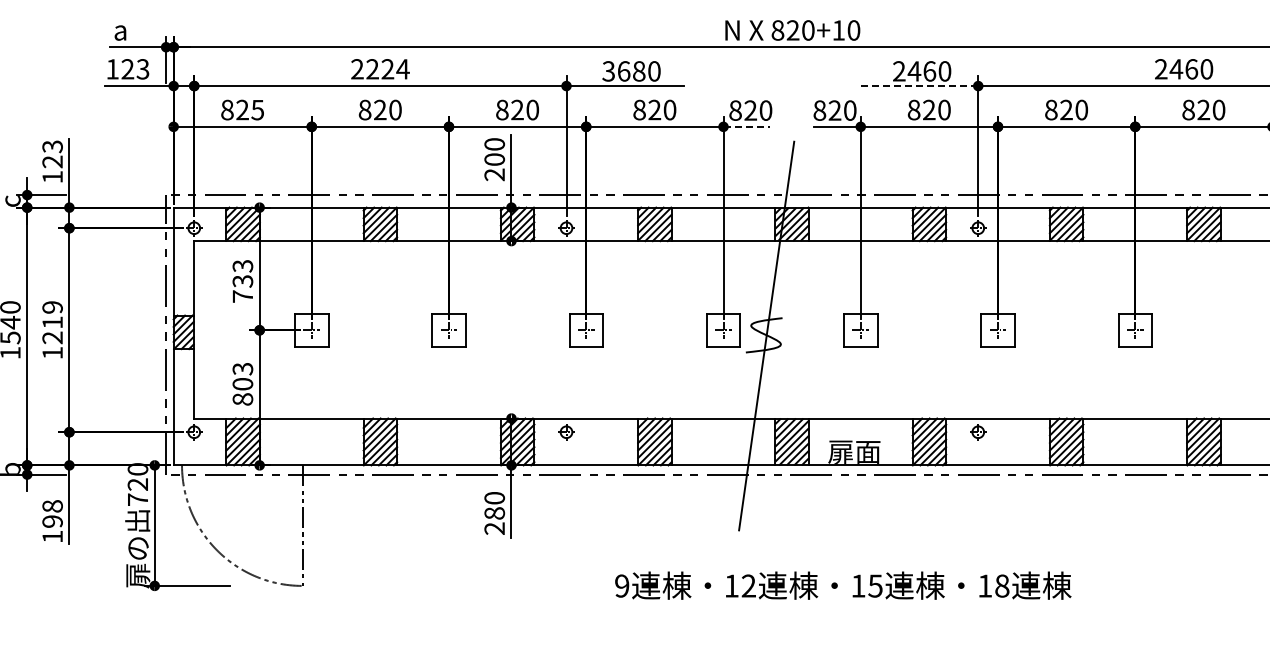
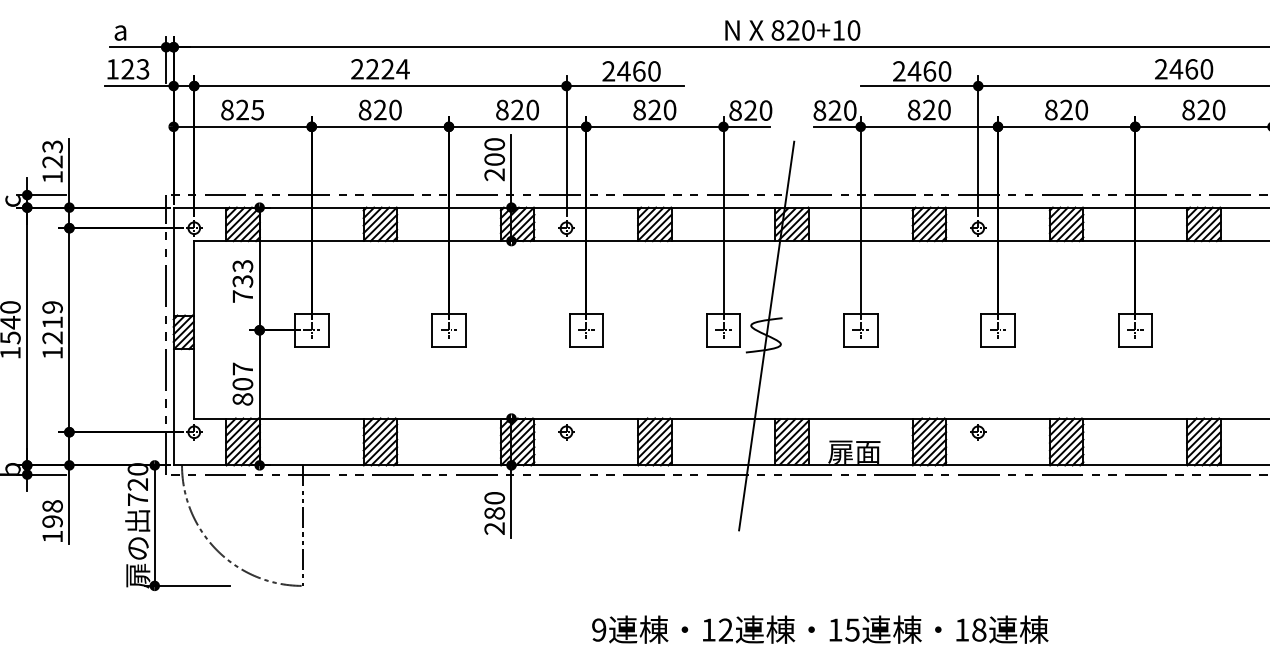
text at (623, 71): 3680 -> 2460
line at (919, 86): dashed -> solid
line at (747, 126): dashed -> solid
text at (242, 368): 803 -> 807
text at (843, 585) position: (843, 585) -> (820, 629)
